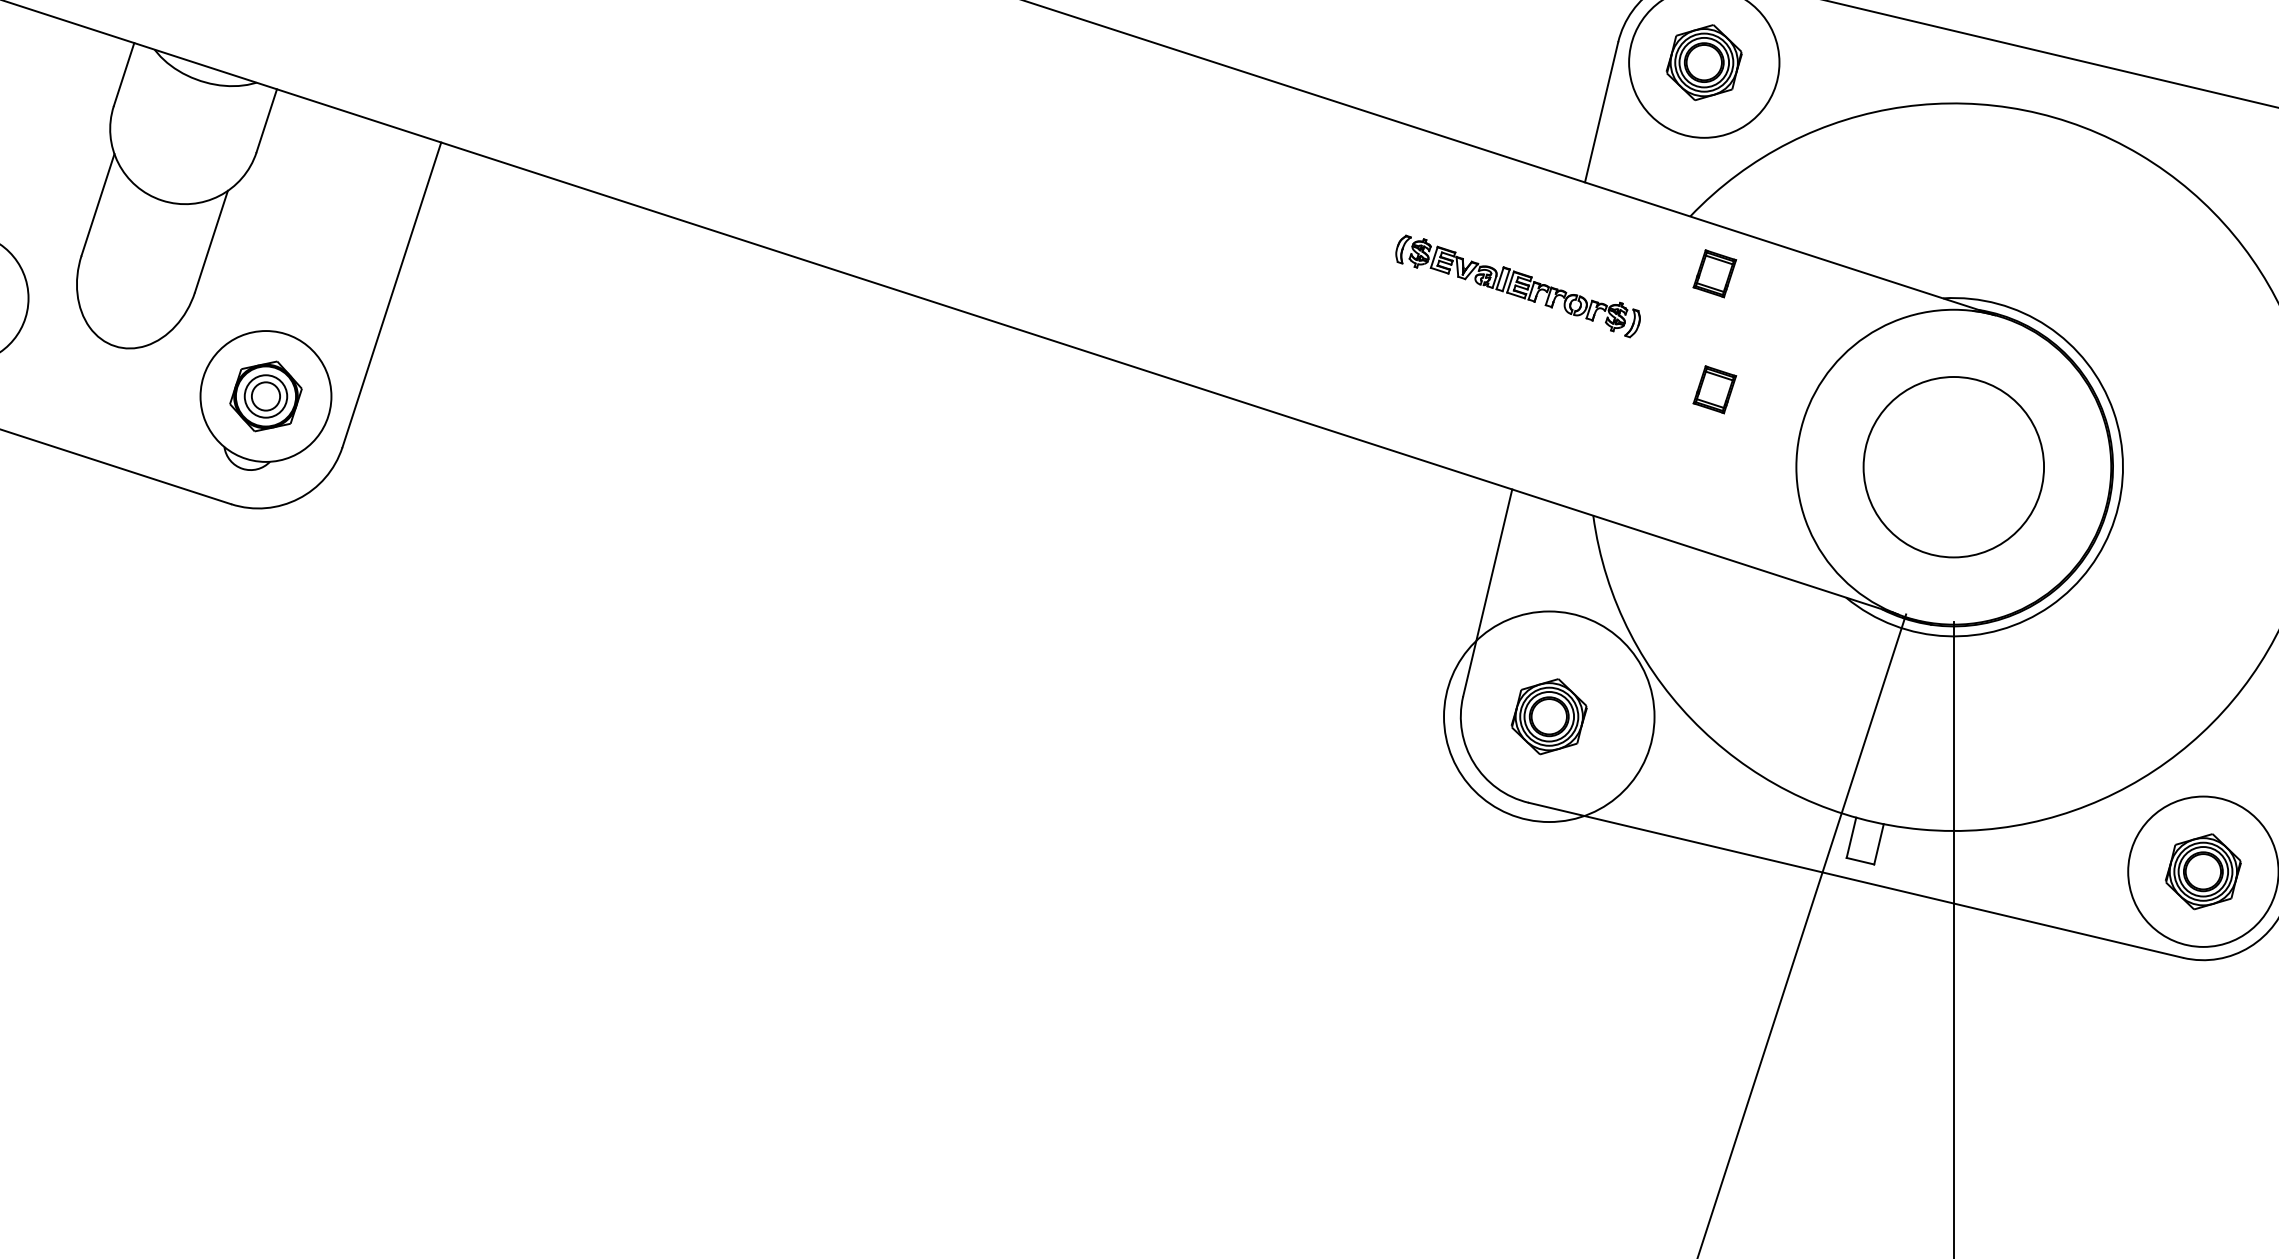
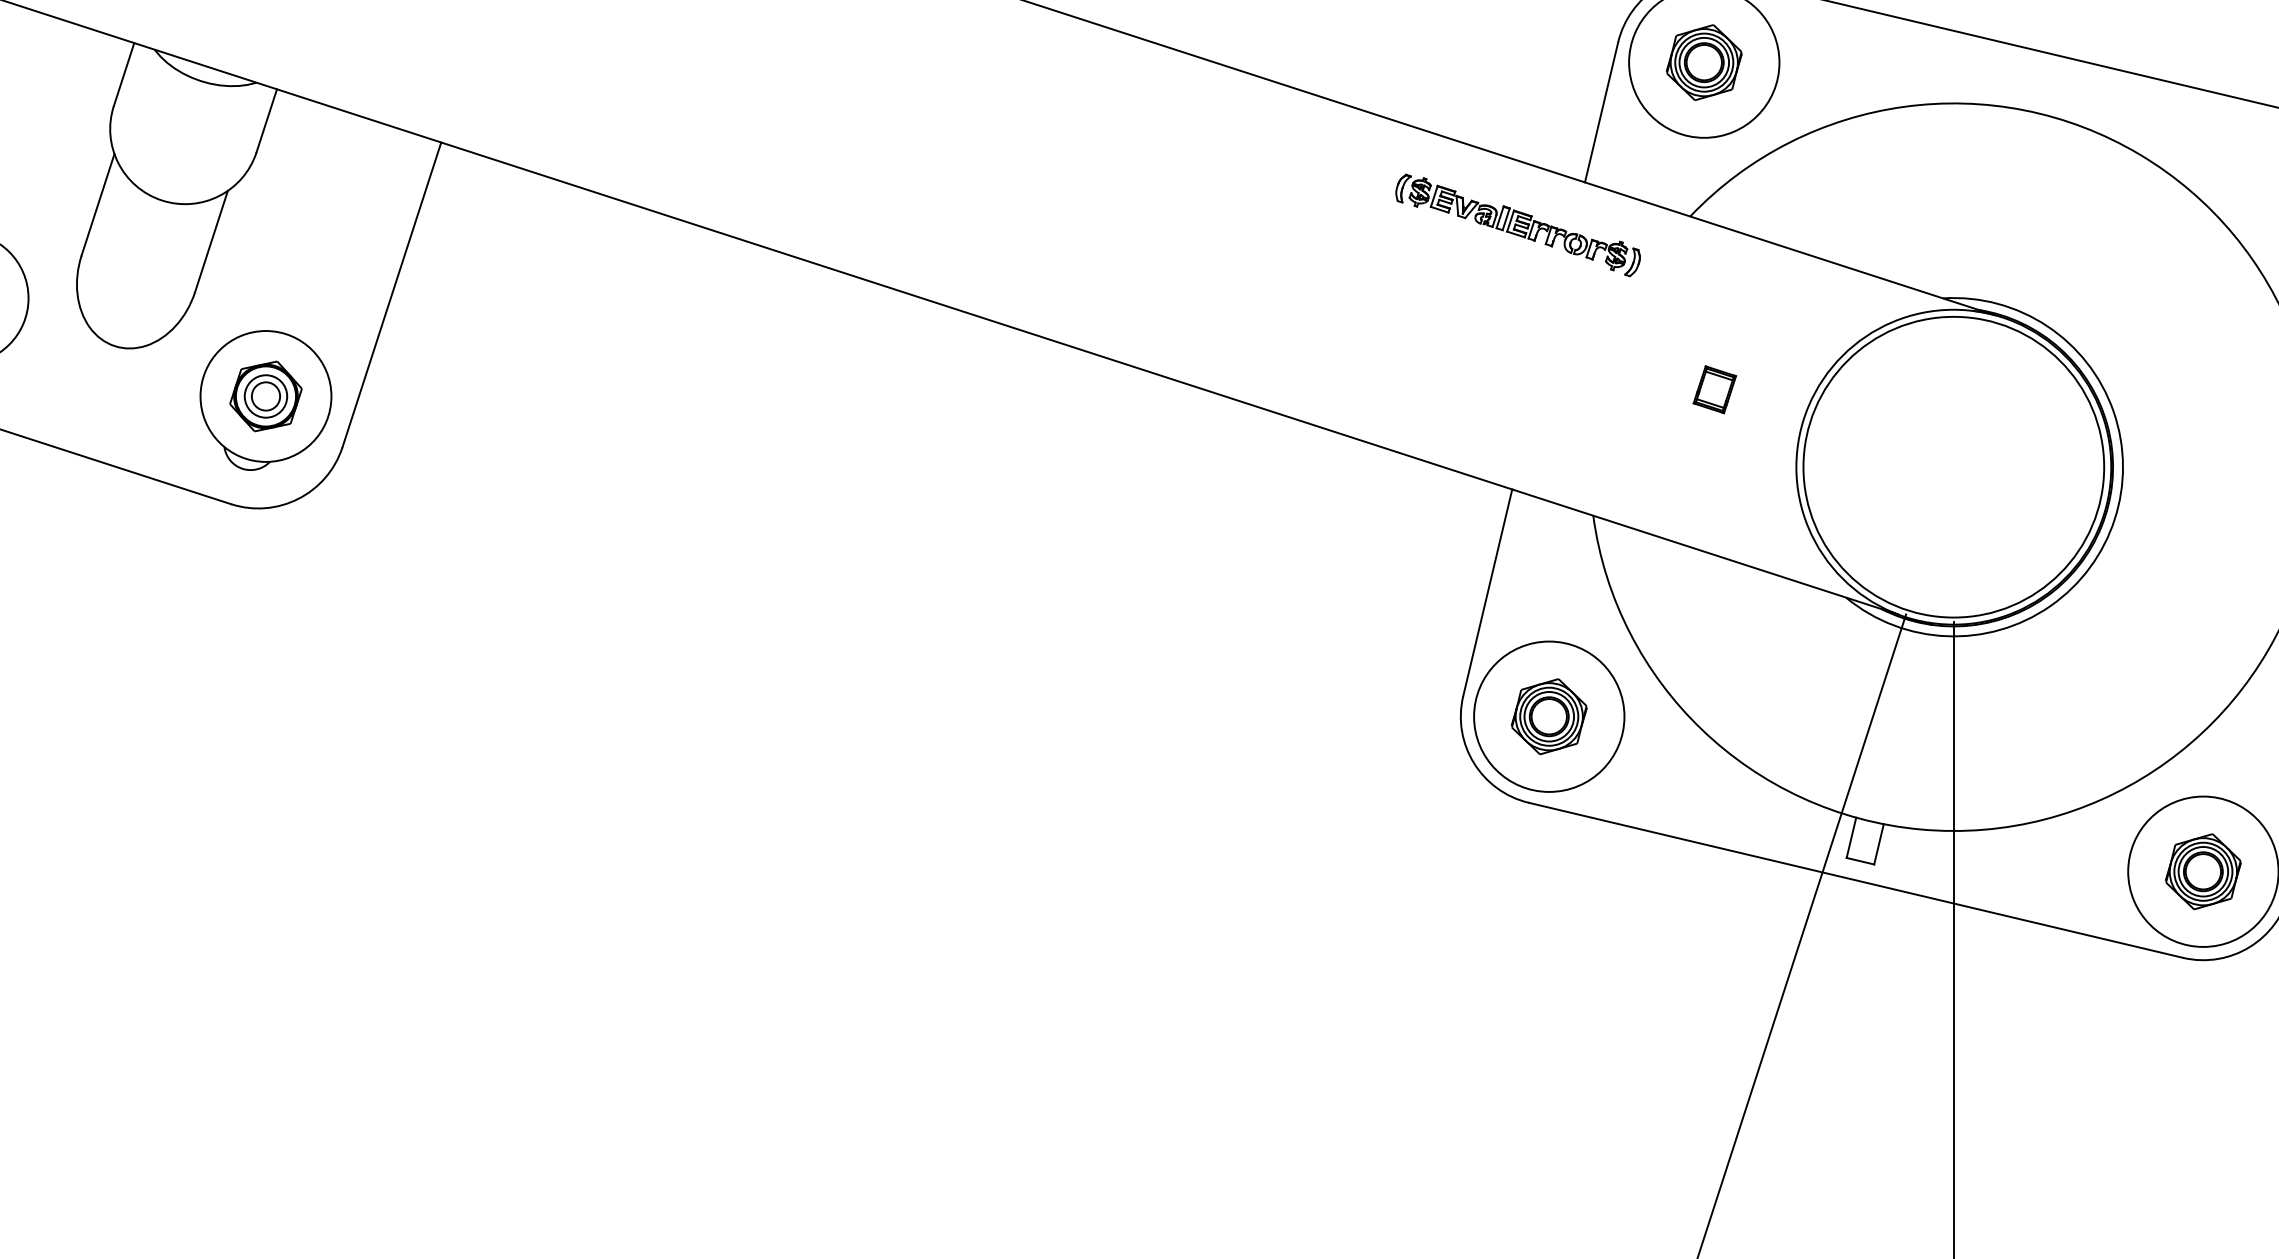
part at (1714, 273): present -> none
part at (1517, 286) position: (1517, 286) -> (1517, 225)
circle at (1953, 467) diameter: 180 px -> 301 px
circle at (1549, 716) diameter: 211 px -> 150 px
